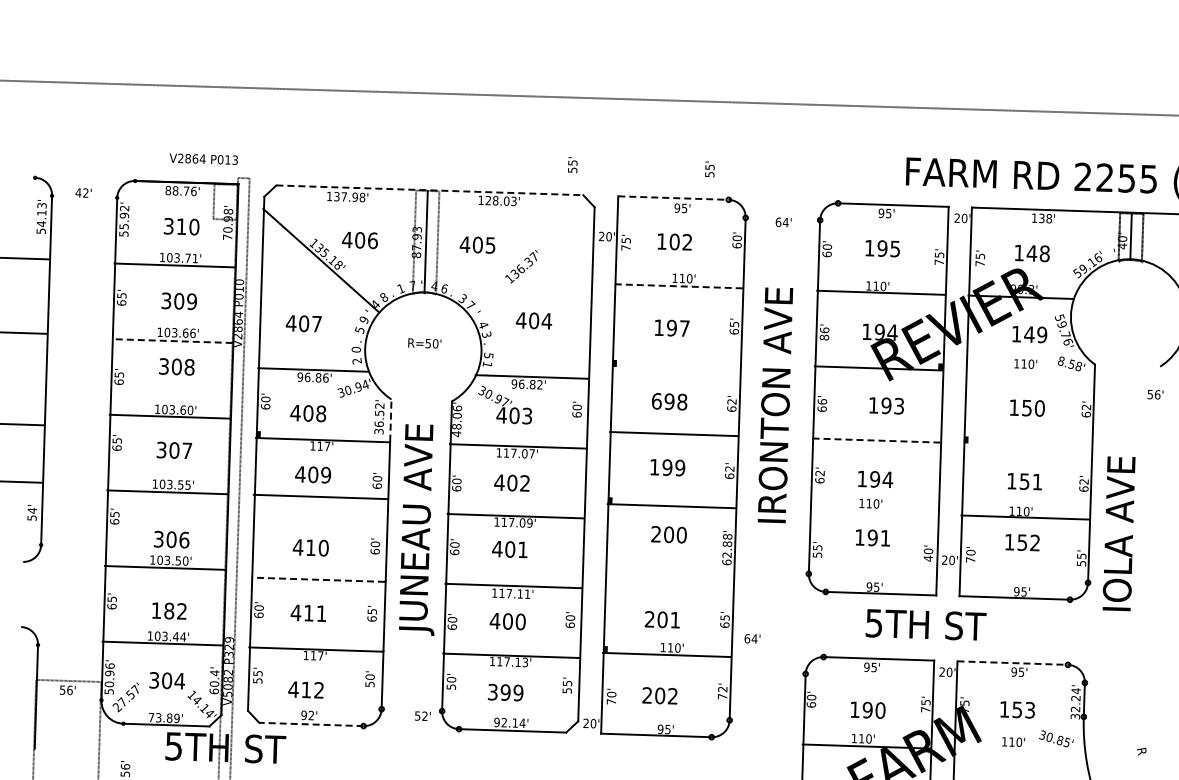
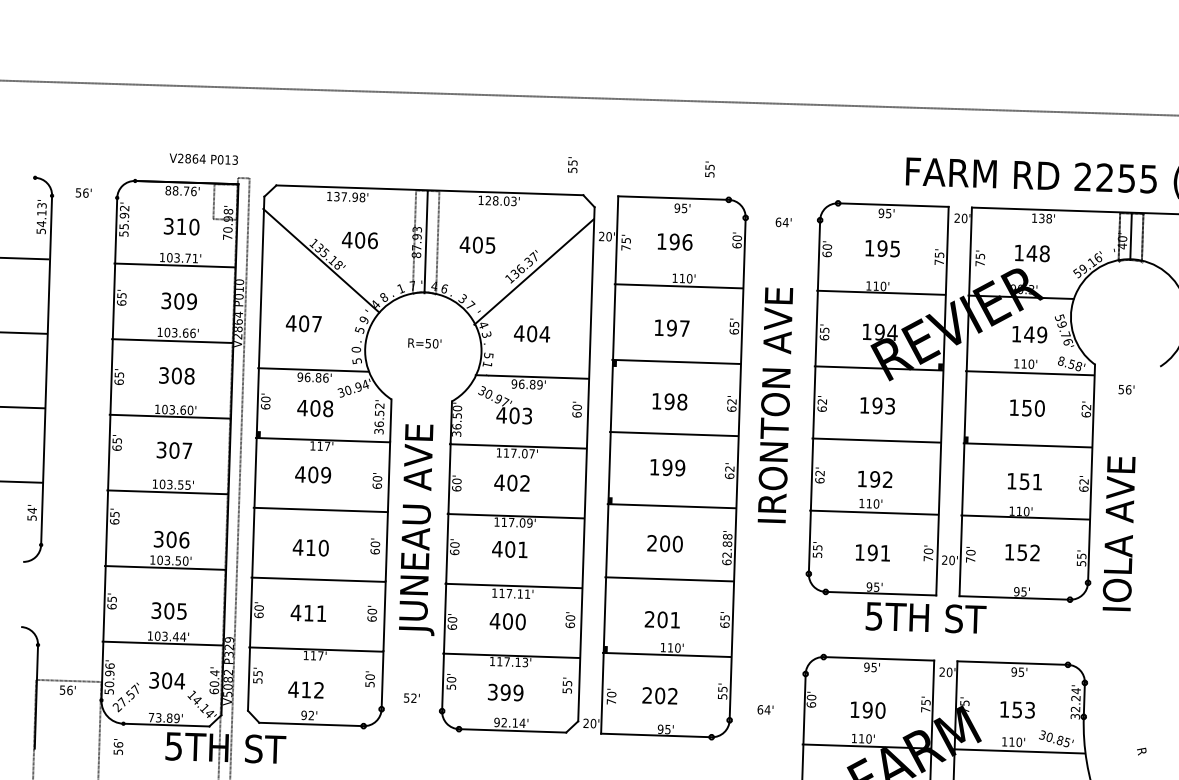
line at (429, 190): dashed -> solid
text at (81, 192): 42' -> 56'
line at (674, 198): dashed -> solid
text at (680, 241): 102 -> 196
line at (533, 271): none -> present
line at (679, 286): dashed -> solid
text at (534, 320) position: (534, 320) -> (532, 333)
text at (824, 333): 86' -> 65'
line at (171, 341): dashed -> solid
text at (356, 361): 2 -> 5
line at (676, 361): none -> present
text at (176, 366) position: (176, 366) -> (176, 375)
line at (1030, 373): none -> present
text at (539, 384): 96.82' -> 96.89'
text at (1155, 394) position: (1155, 394) -> (1126, 389)
text at (656, 401): 698 -> 198
text at (822, 401): 66' -> 62'
text at (886, 405) position: (886, 405) -> (877, 405)
text at (308, 413) position: (308, 413) -> (315, 408)
line at (390, 420): dashed -> solid
text at (456, 421): 48.06' -> 36.50'
line at (22, 424) position: (22, 424) -> (23, 407)
line at (875, 440): dashed -> solid
line at (1027, 445): none -> present
text at (887, 479): 194 -> 192
line at (320, 496) position: (320, 496) -> (320, 509)
line at (874, 512): none -> present
text at (668, 534) position: (668, 534) -> (664, 543)
text at (872, 537) position: (872, 537) -> (872, 552)
text at (1022, 542) position: (1022, 542) -> (1022, 552)
text at (927, 558): 40' -> 70'
line at (318, 579): dashed -> solid
line at (669, 579): none -> present
text at (168, 610): 182 -> 305
text at (371, 611): 65' -> 60'
text at (925, 624) position: (925, 624) -> (925, 617)
text at (752, 638) position: (752, 638) -> (765, 709)
line at (1013, 663): dashed -> solid
text at (722, 692): 72' -> 55'
text at (422, 715) position: (422, 715) -> (411, 697)
line at (310, 724): dashed -> solid
line at (1018, 751): none -> present
text at (125, 768) position: (125, 768) -> (118, 746)
